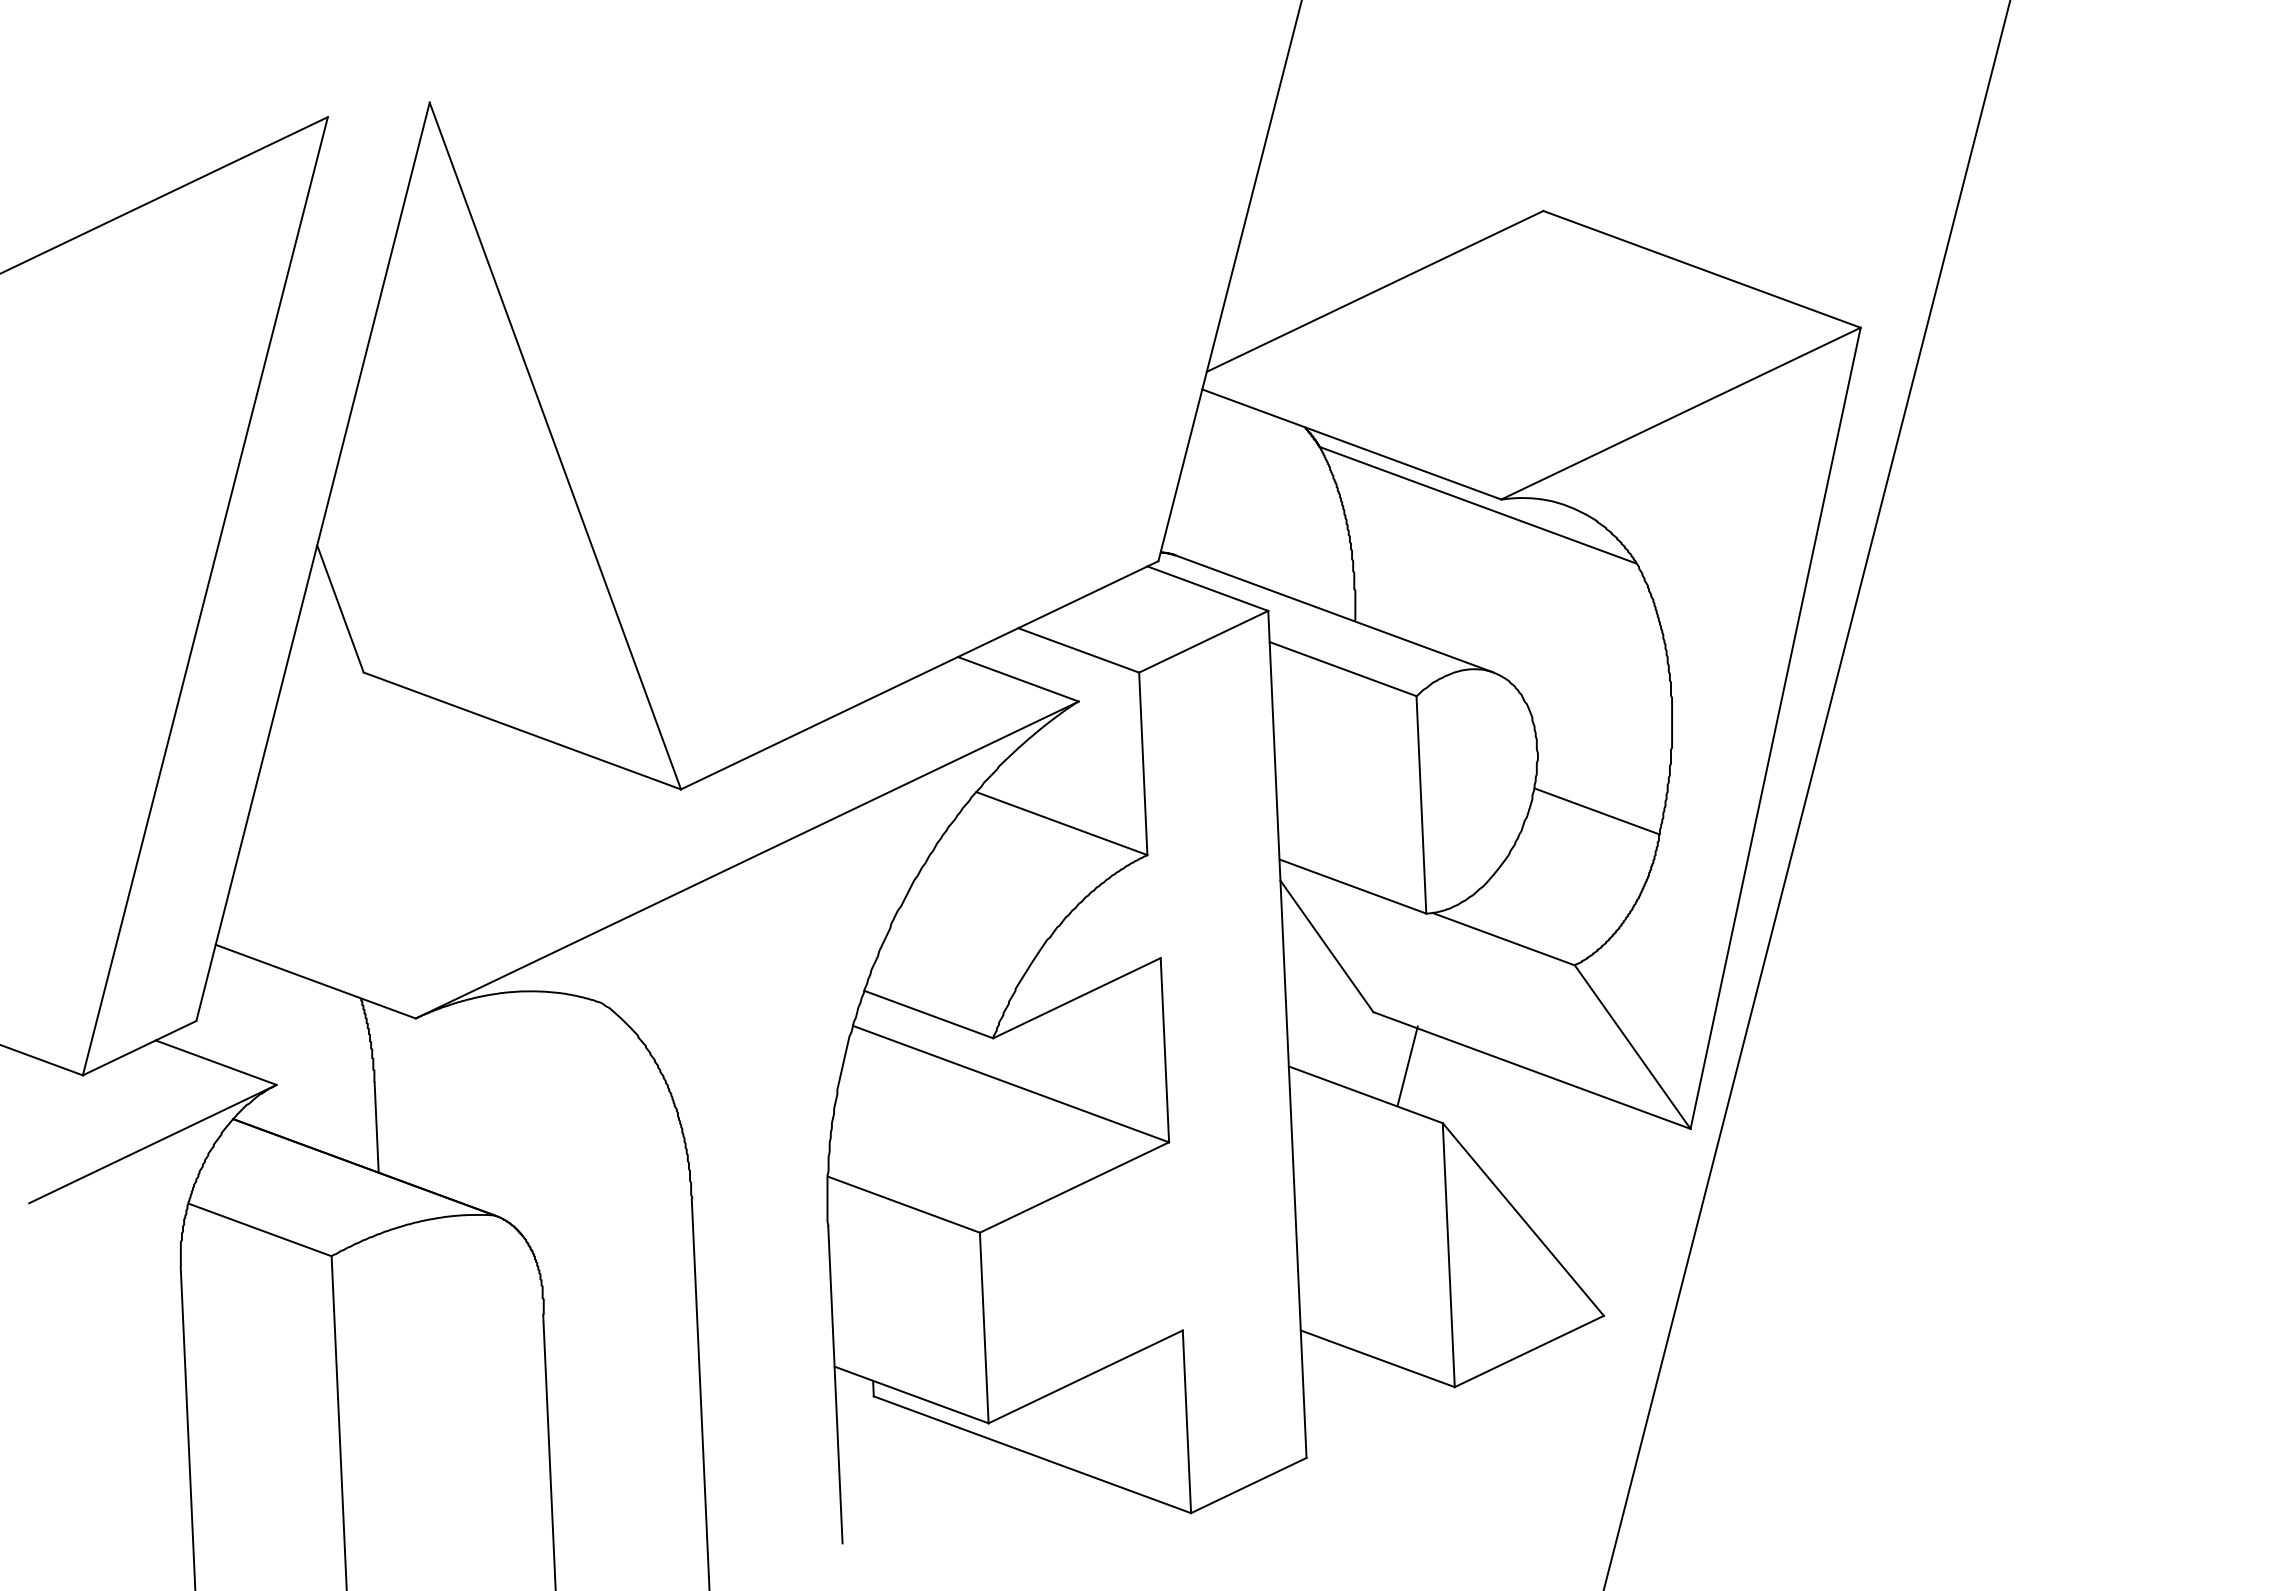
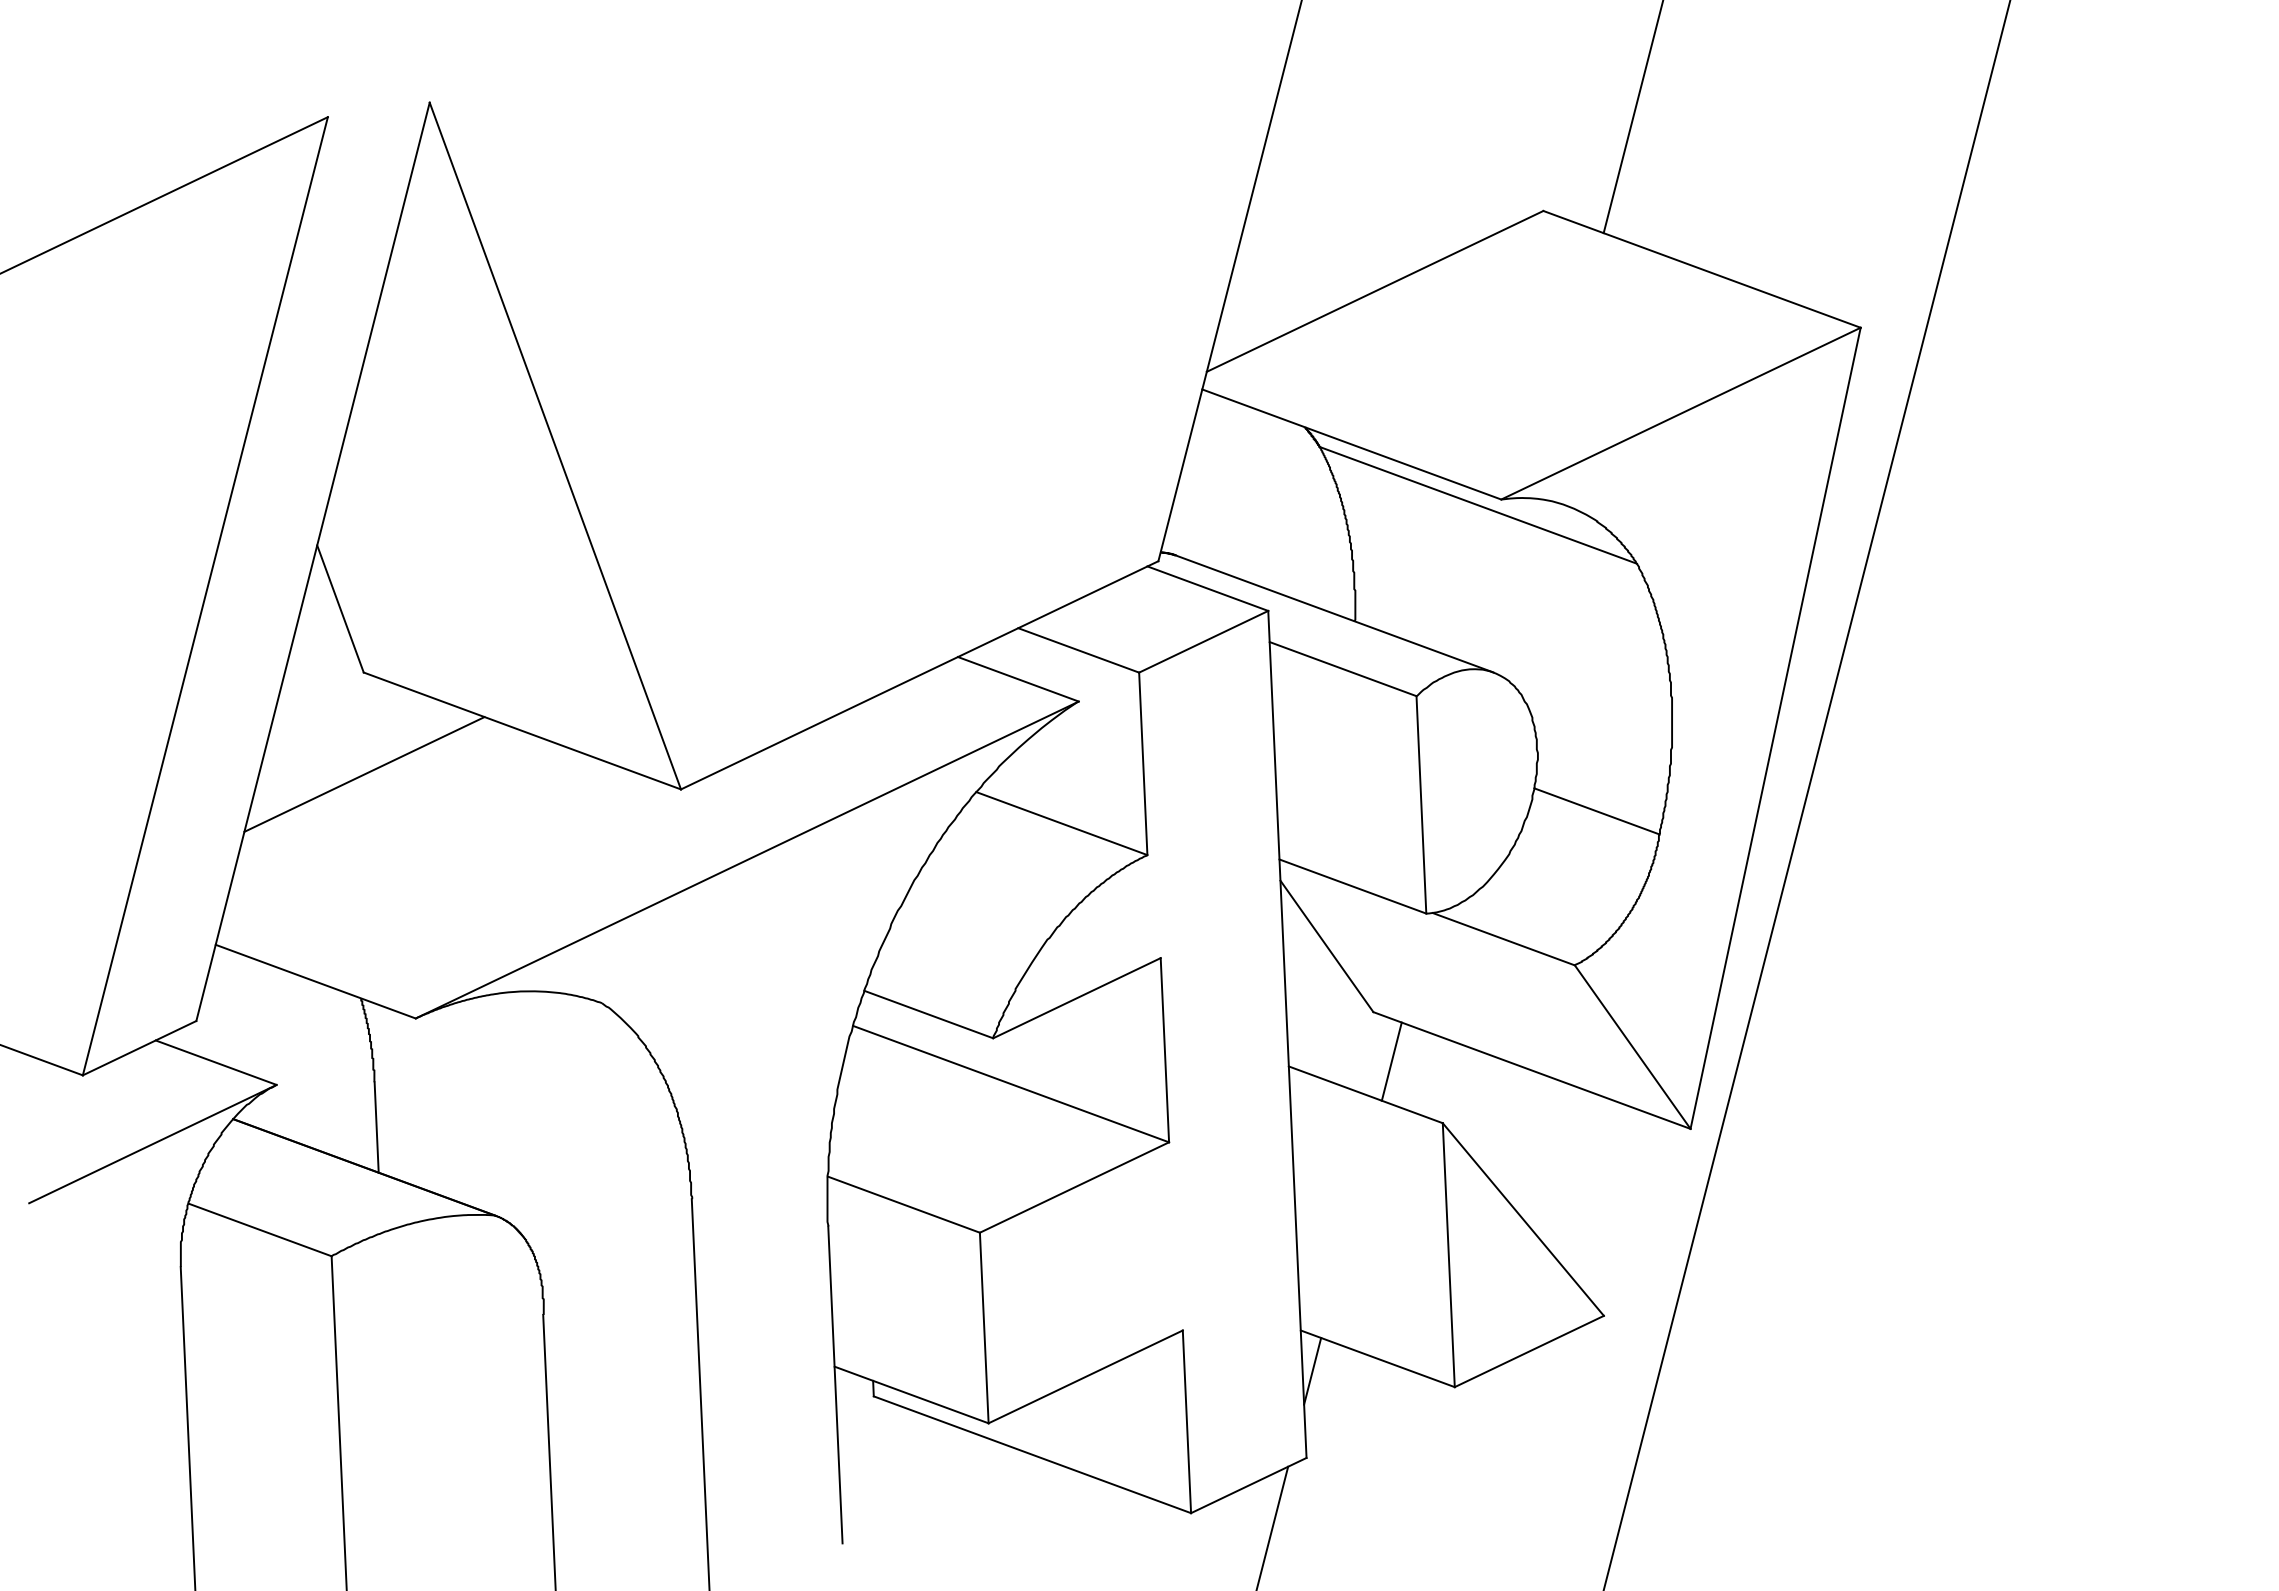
line at (1632, 117): none -> present
line at (364, 774): none -> present
line at (1407, 1065) position: (1407, 1065) -> (1391, 1061)
line at (1312, 1370): none -> present
line at (1272, 1526): none -> present
